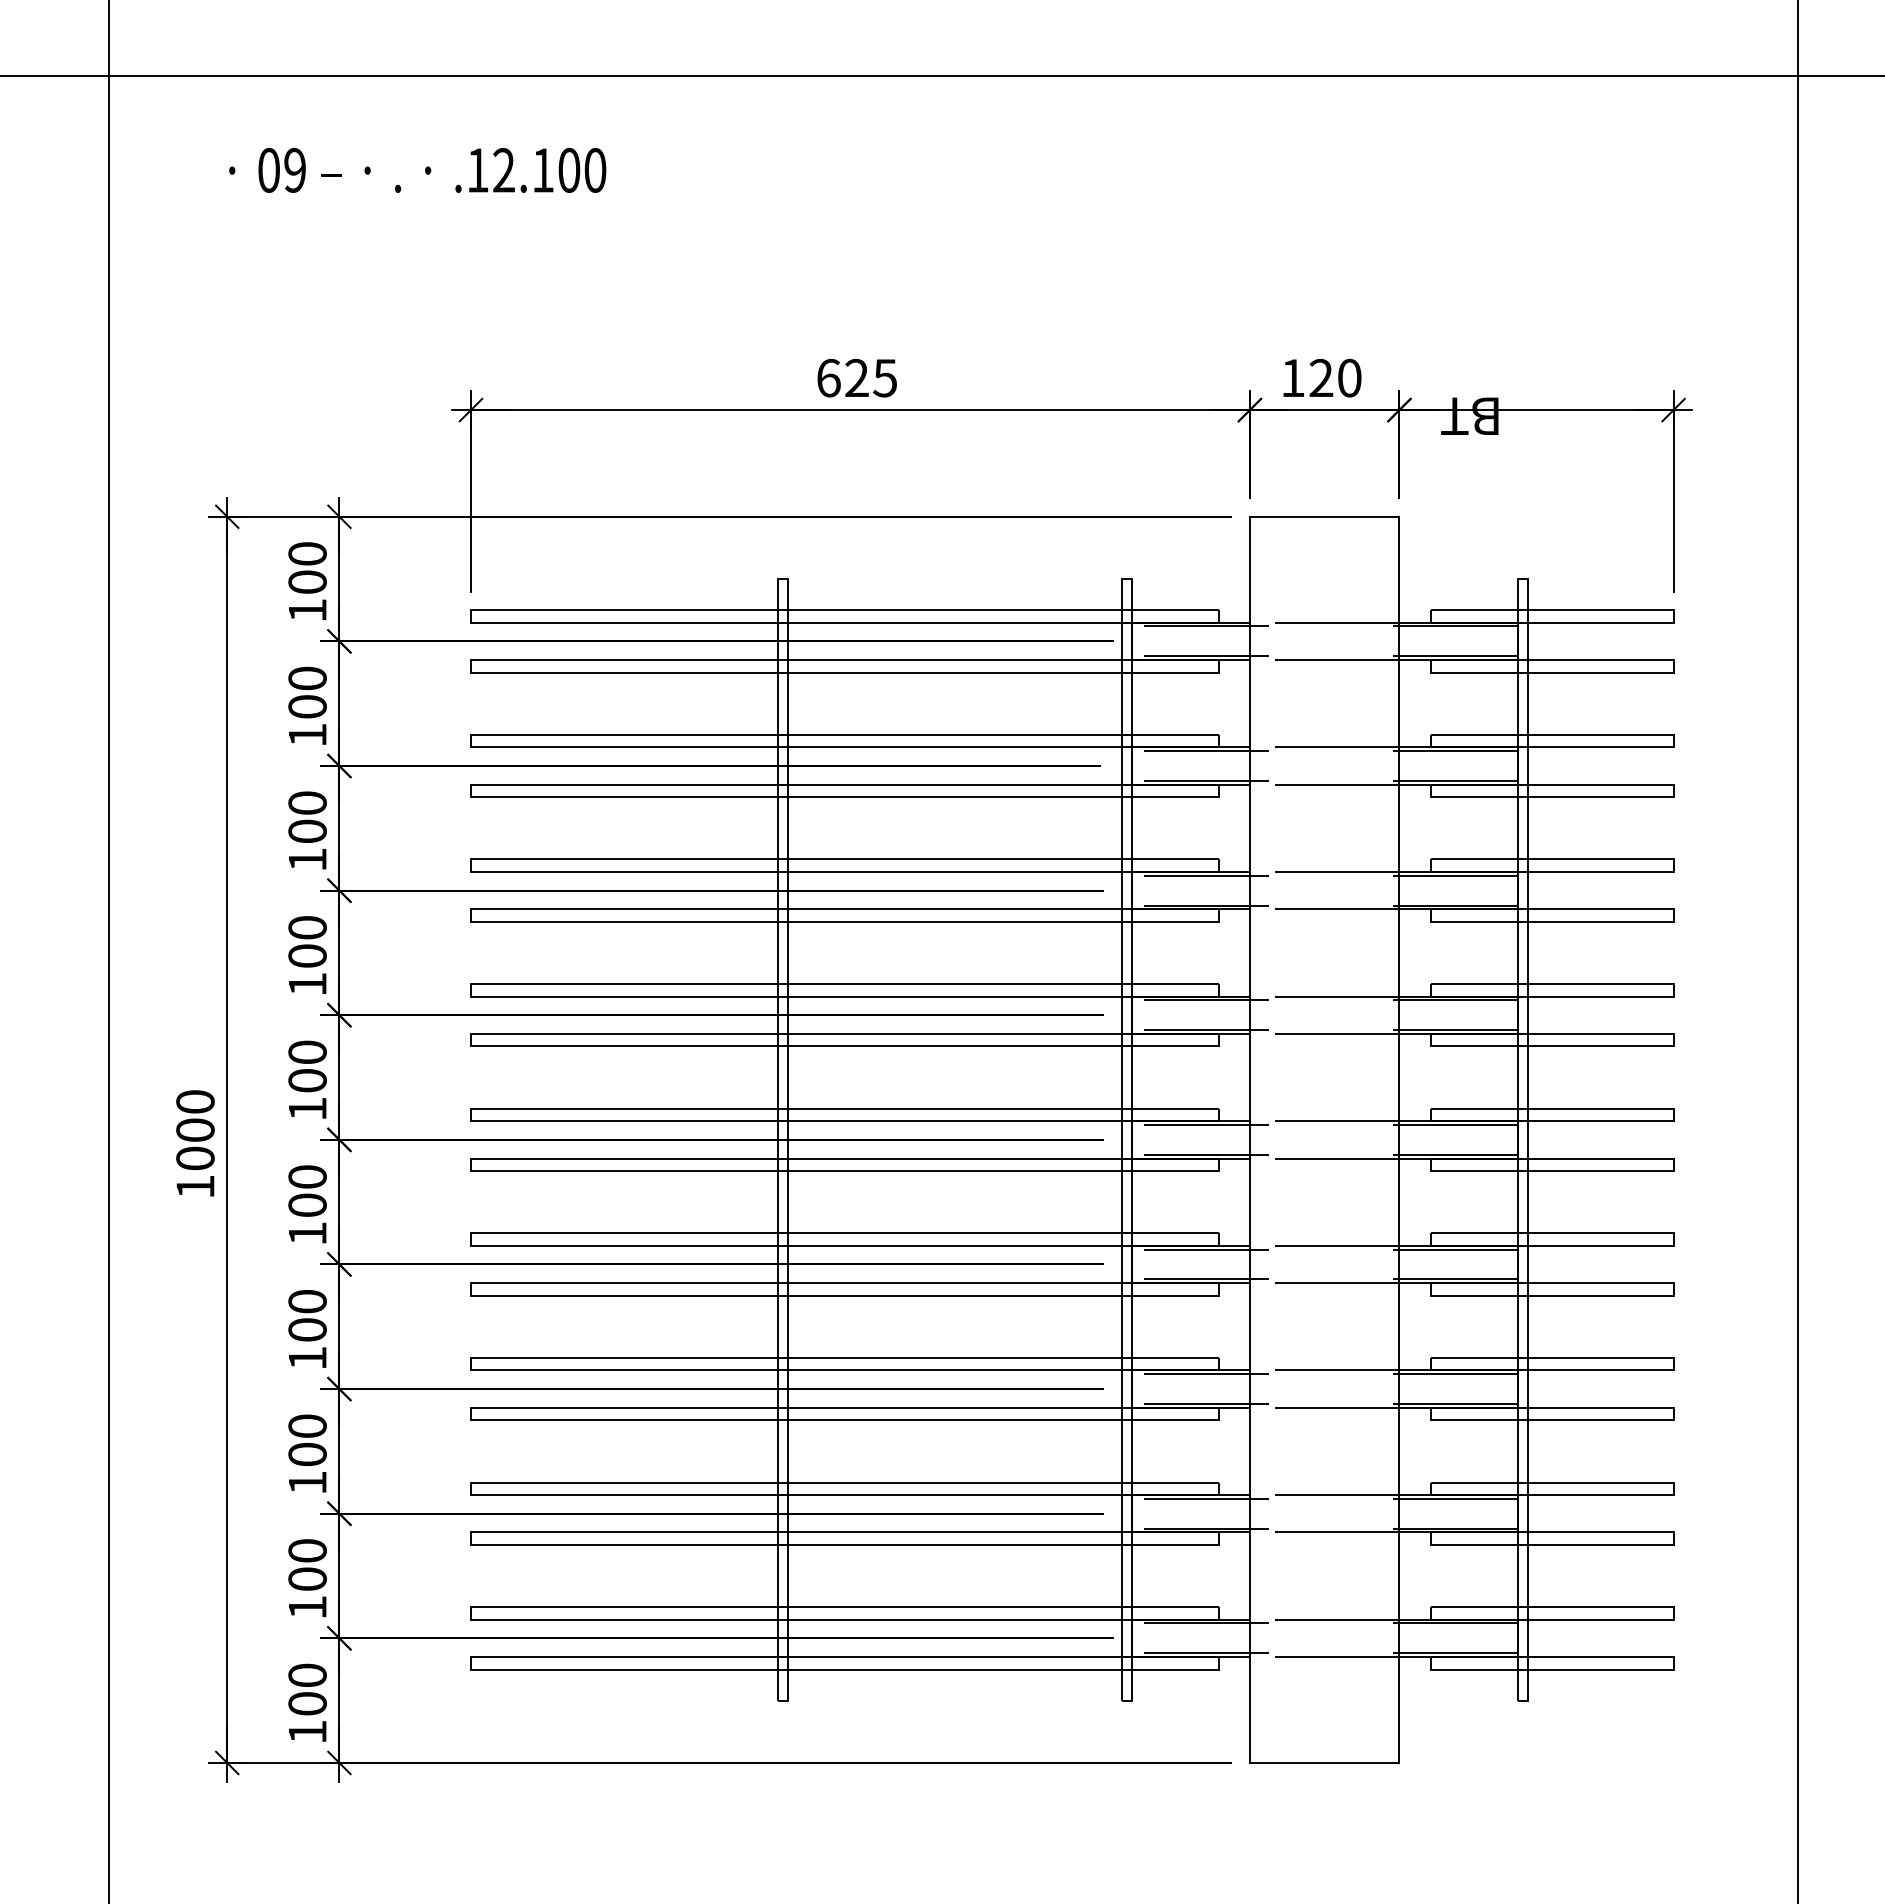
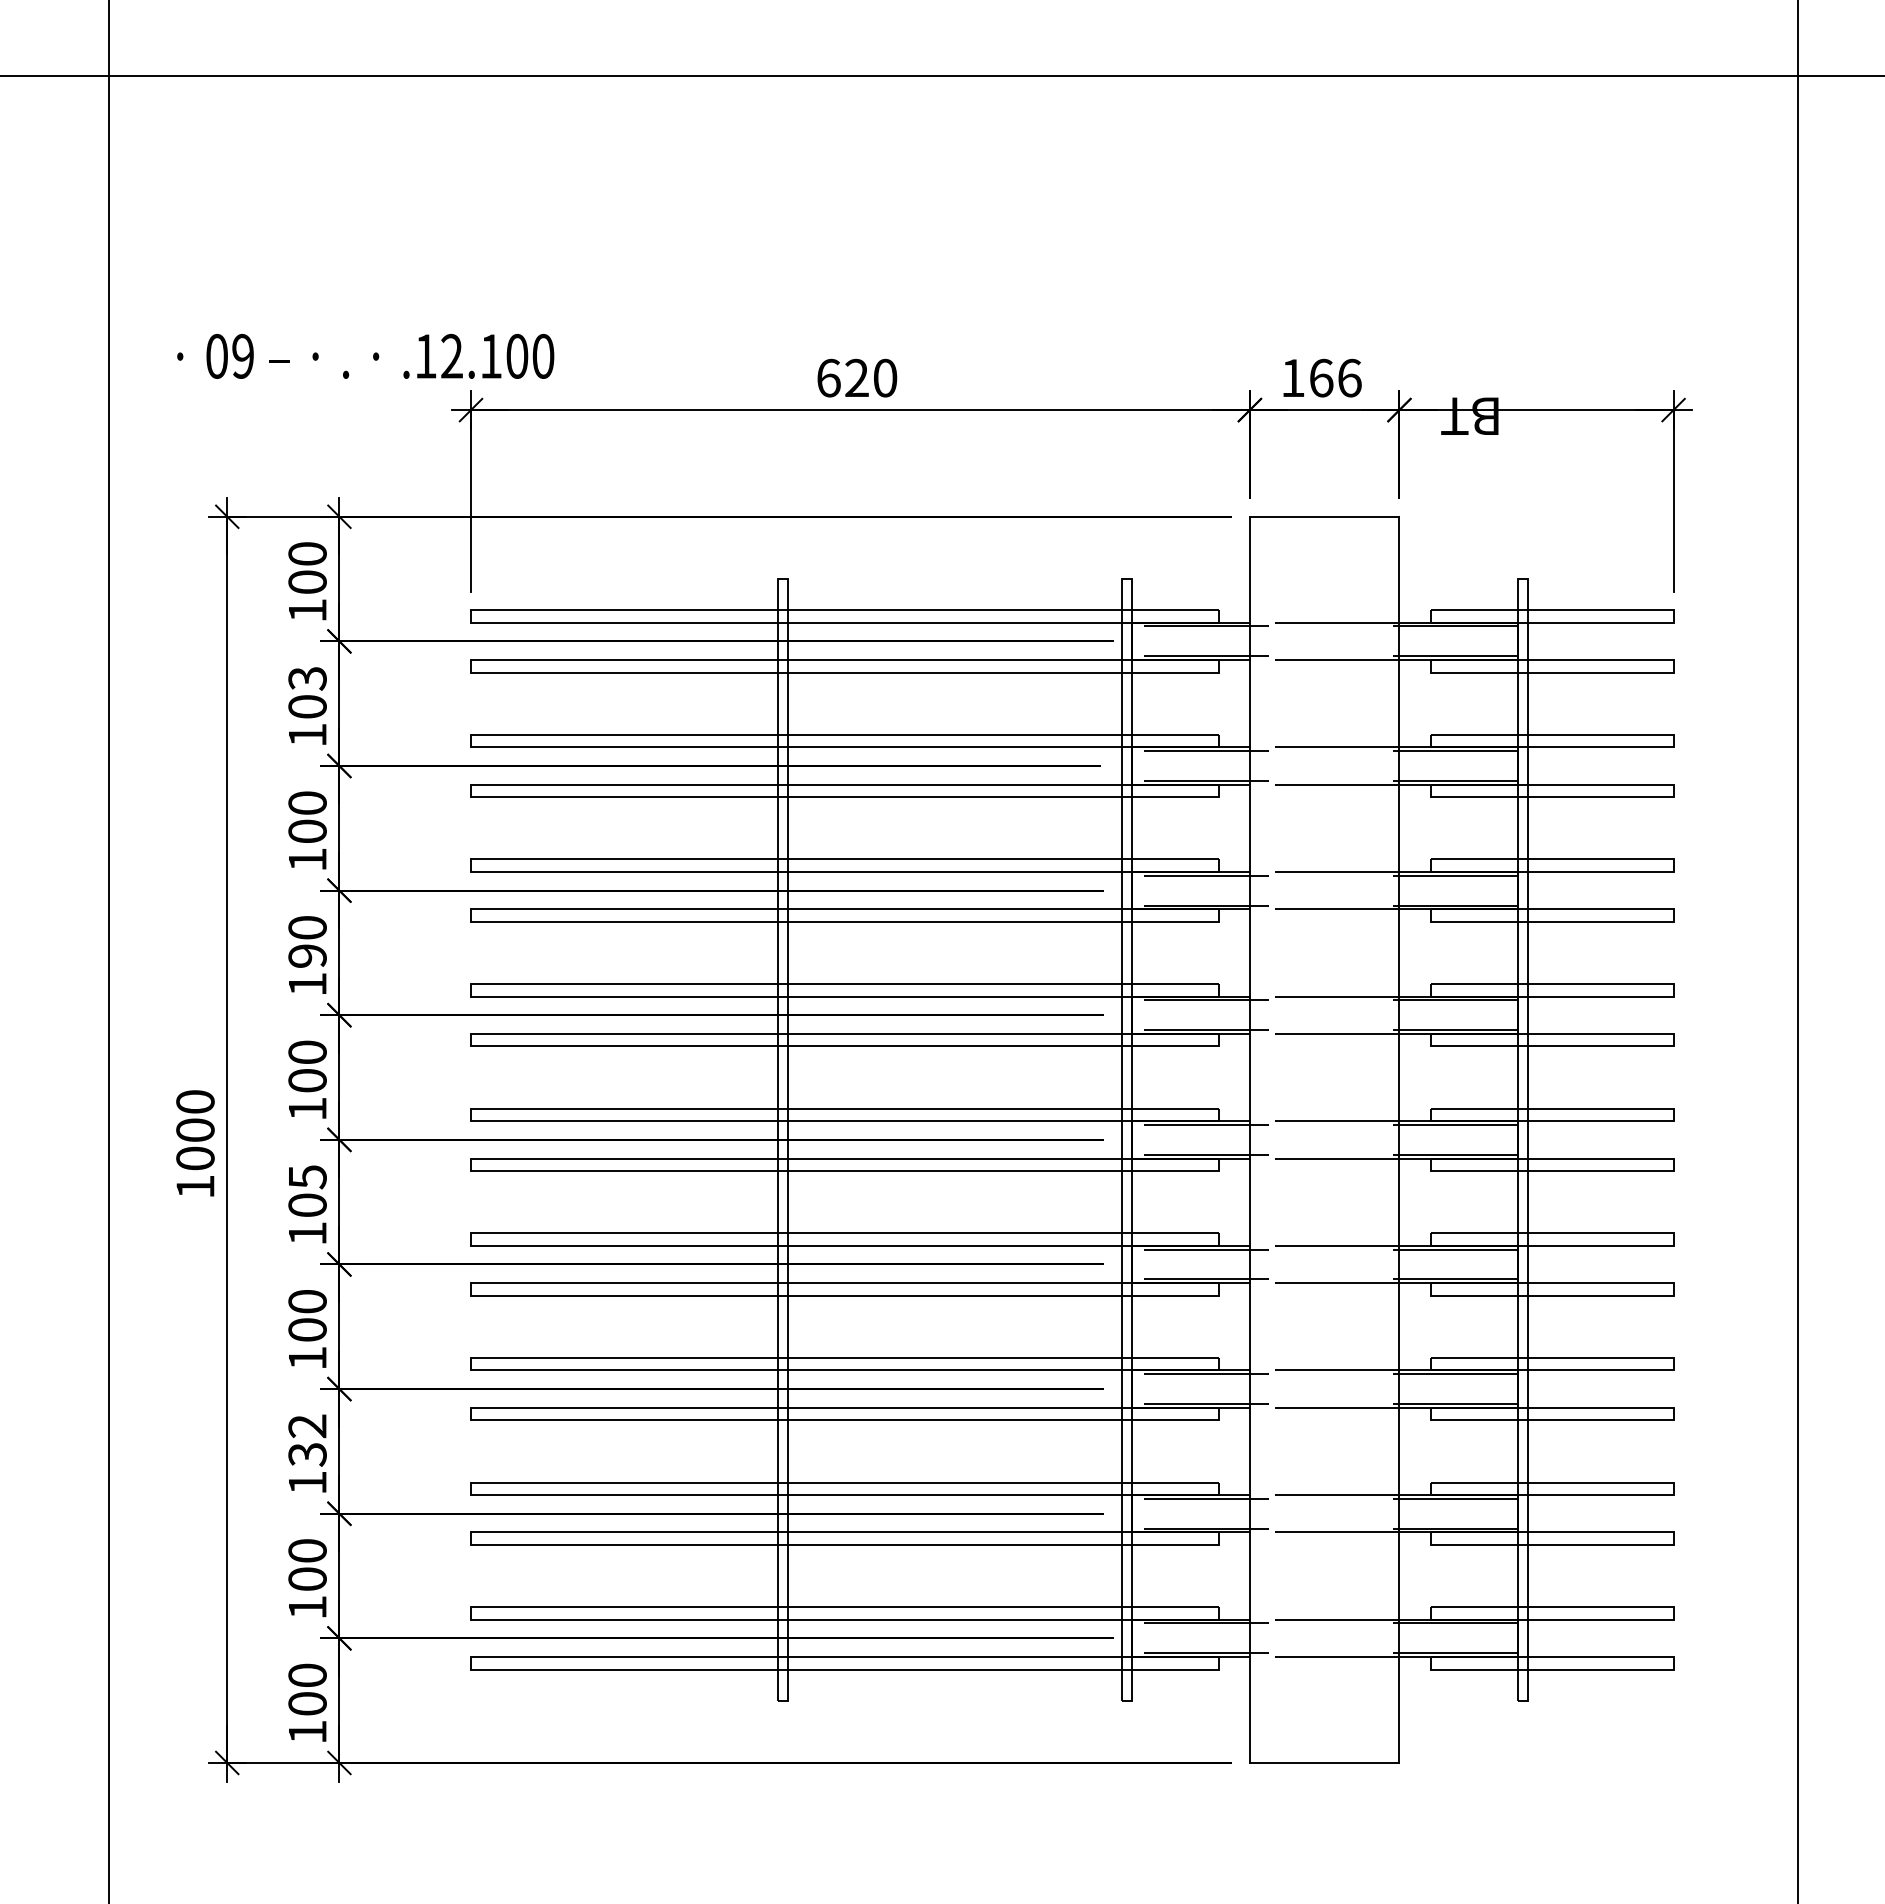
text at (417, 170) position: (417, 170) -> (365, 356)
text at (885, 377): 625 -> 620
text at (1335, 377): 120 -> 166
text at (307, 678): 100 -> 103
text at (307, 955): 100 -> 190
text at (307, 1177): 100 -> 105
text at (307, 1440): 100 -> 132
